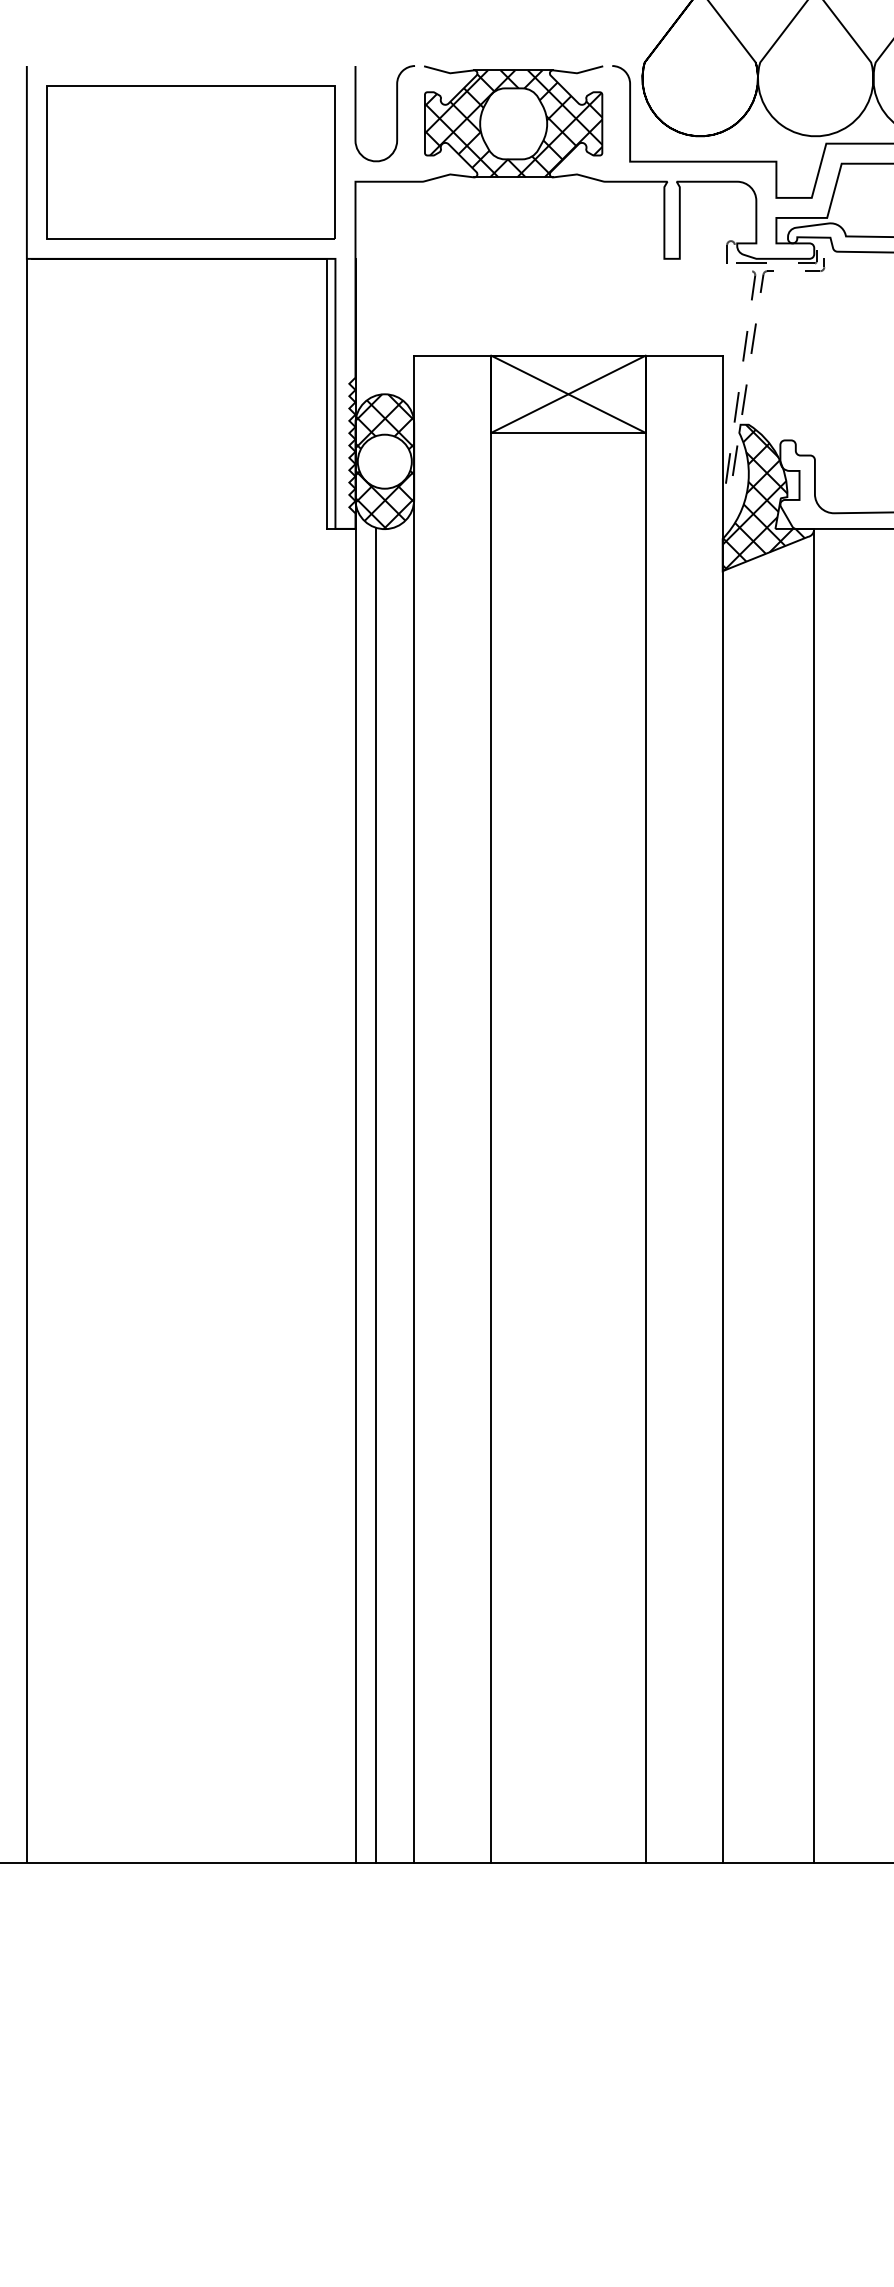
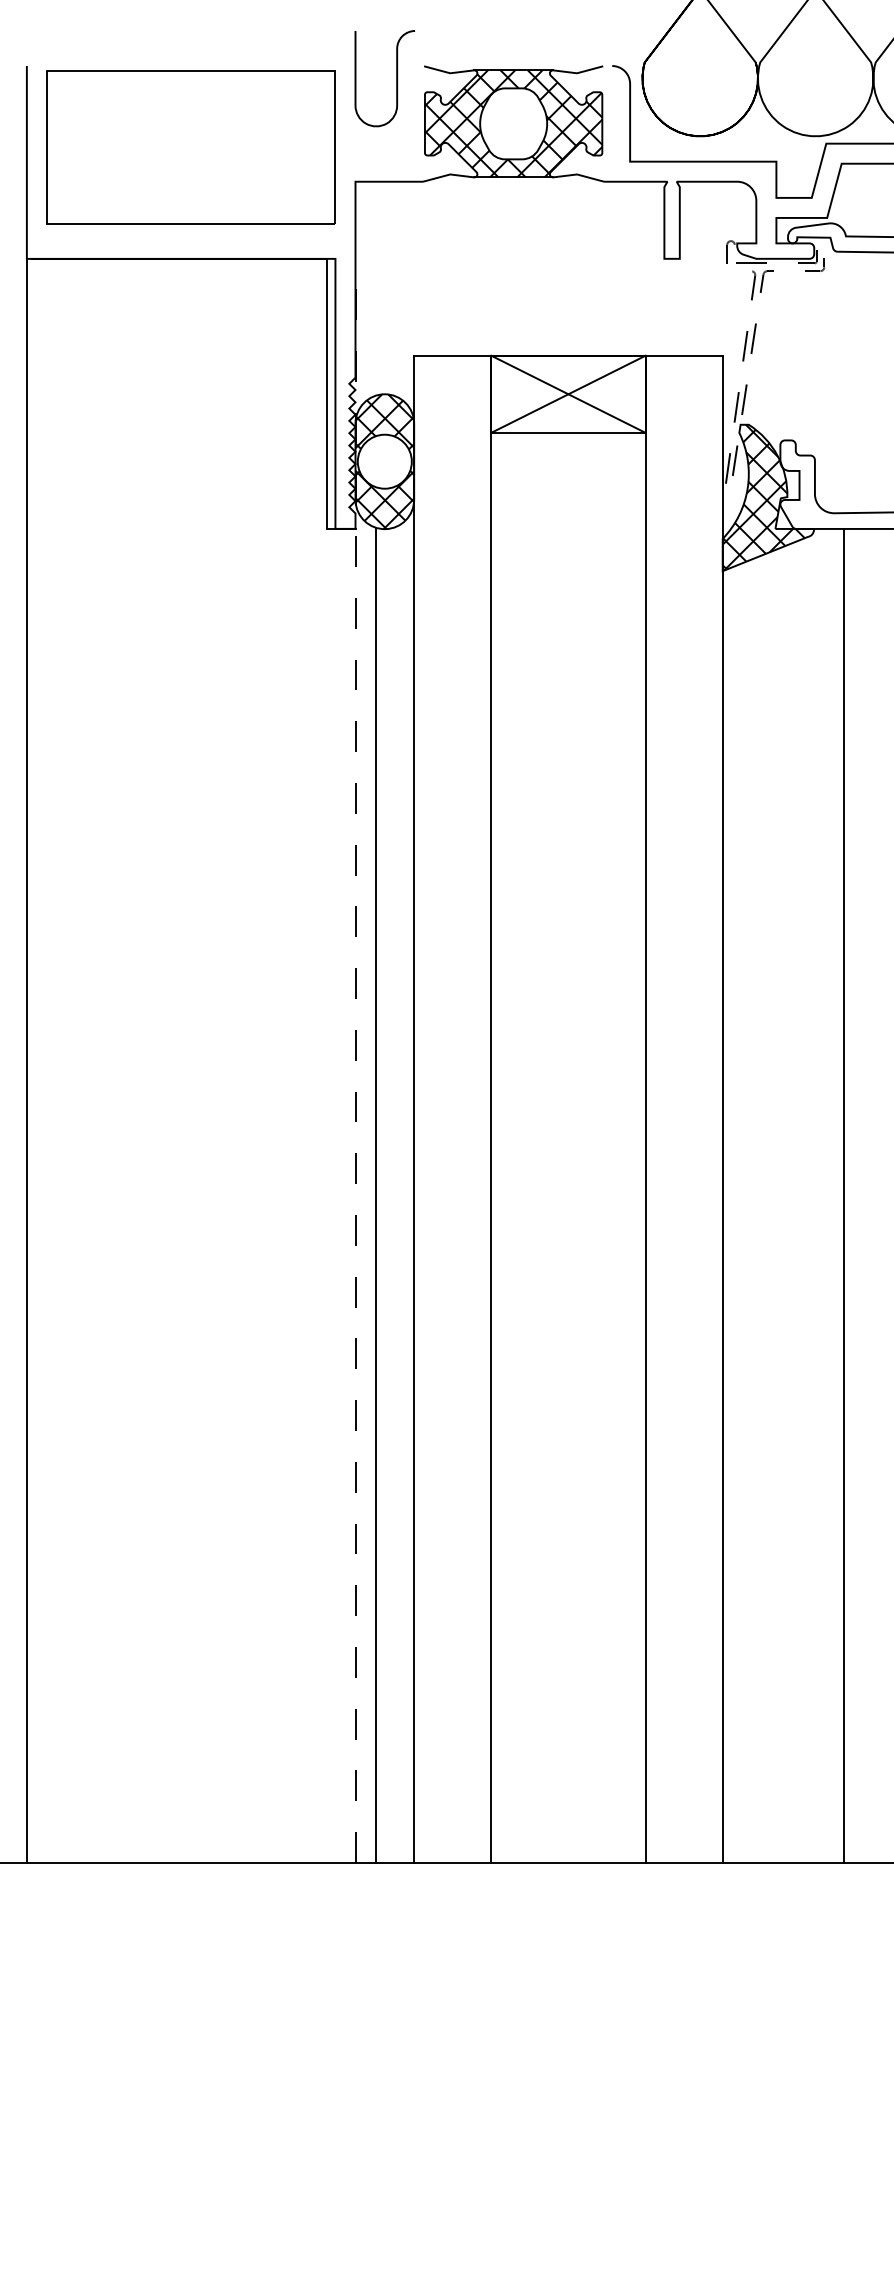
curve at (396, 113) position: (396, 113) -> (396, 78)
part at (190, 162) position: (190, 162) -> (190, 147)
line at (355, 1060): solid -> dashed
line at (814, 1195) position: (814, 1195) -> (844, 1195)
